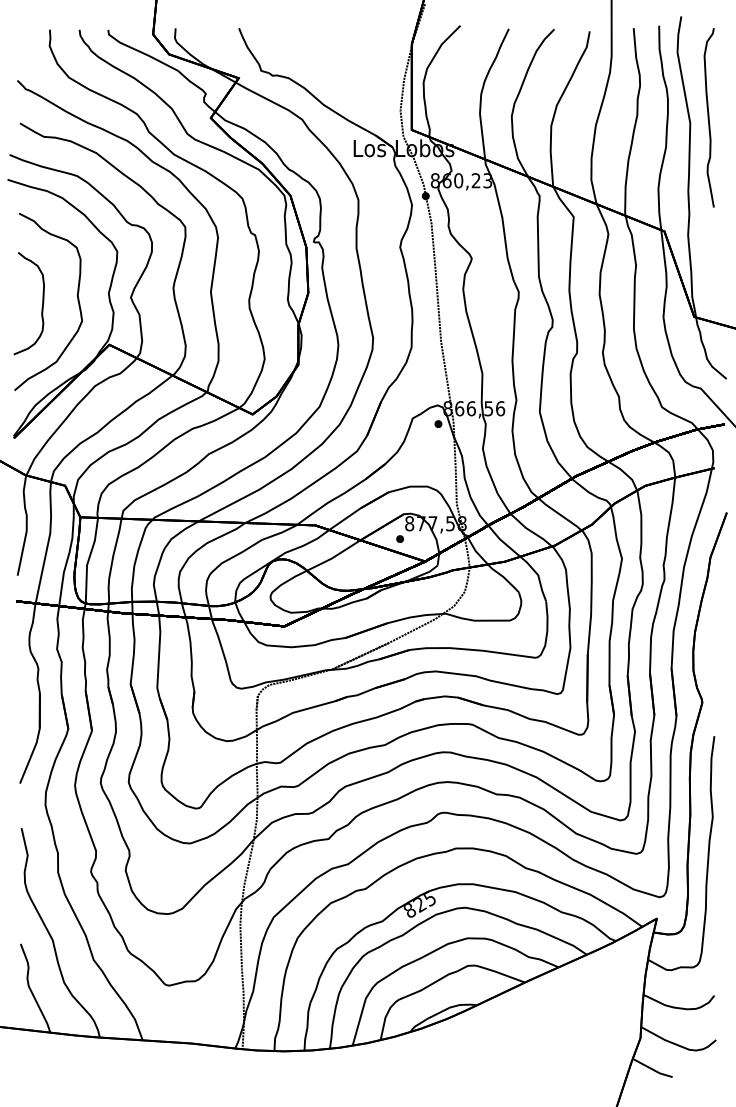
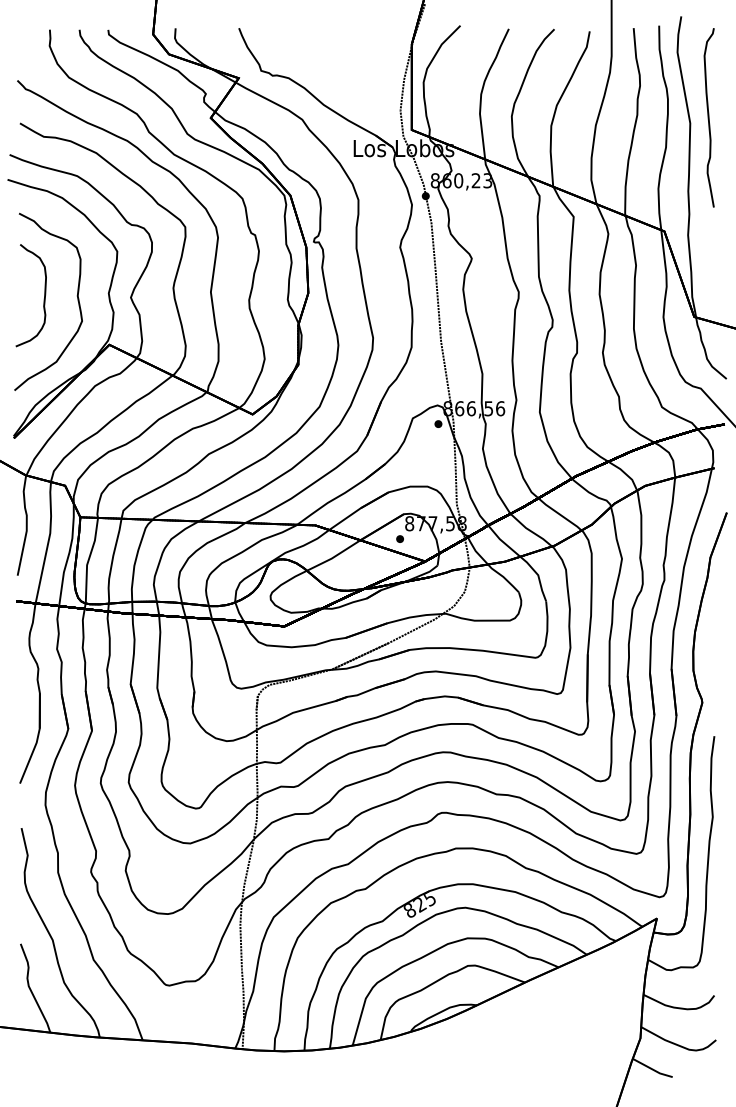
curve at (41, 307) position: (41, 307) -> (43, 299)
